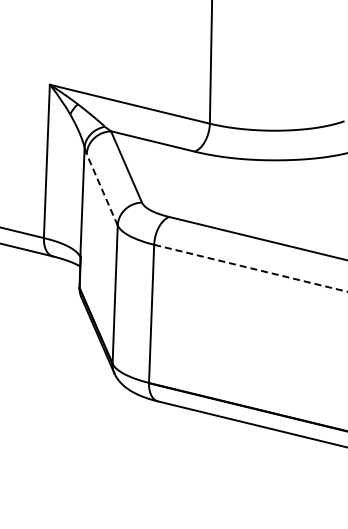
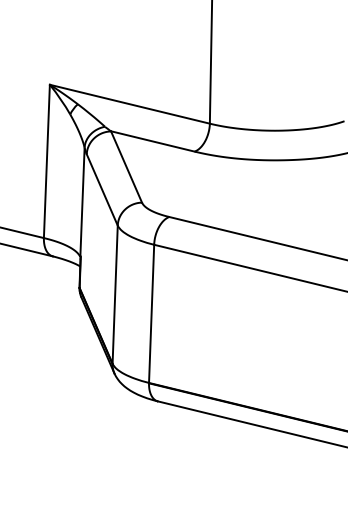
line at (102, 189): dashed -> solid
line at (251, 268): dashed -> solid
